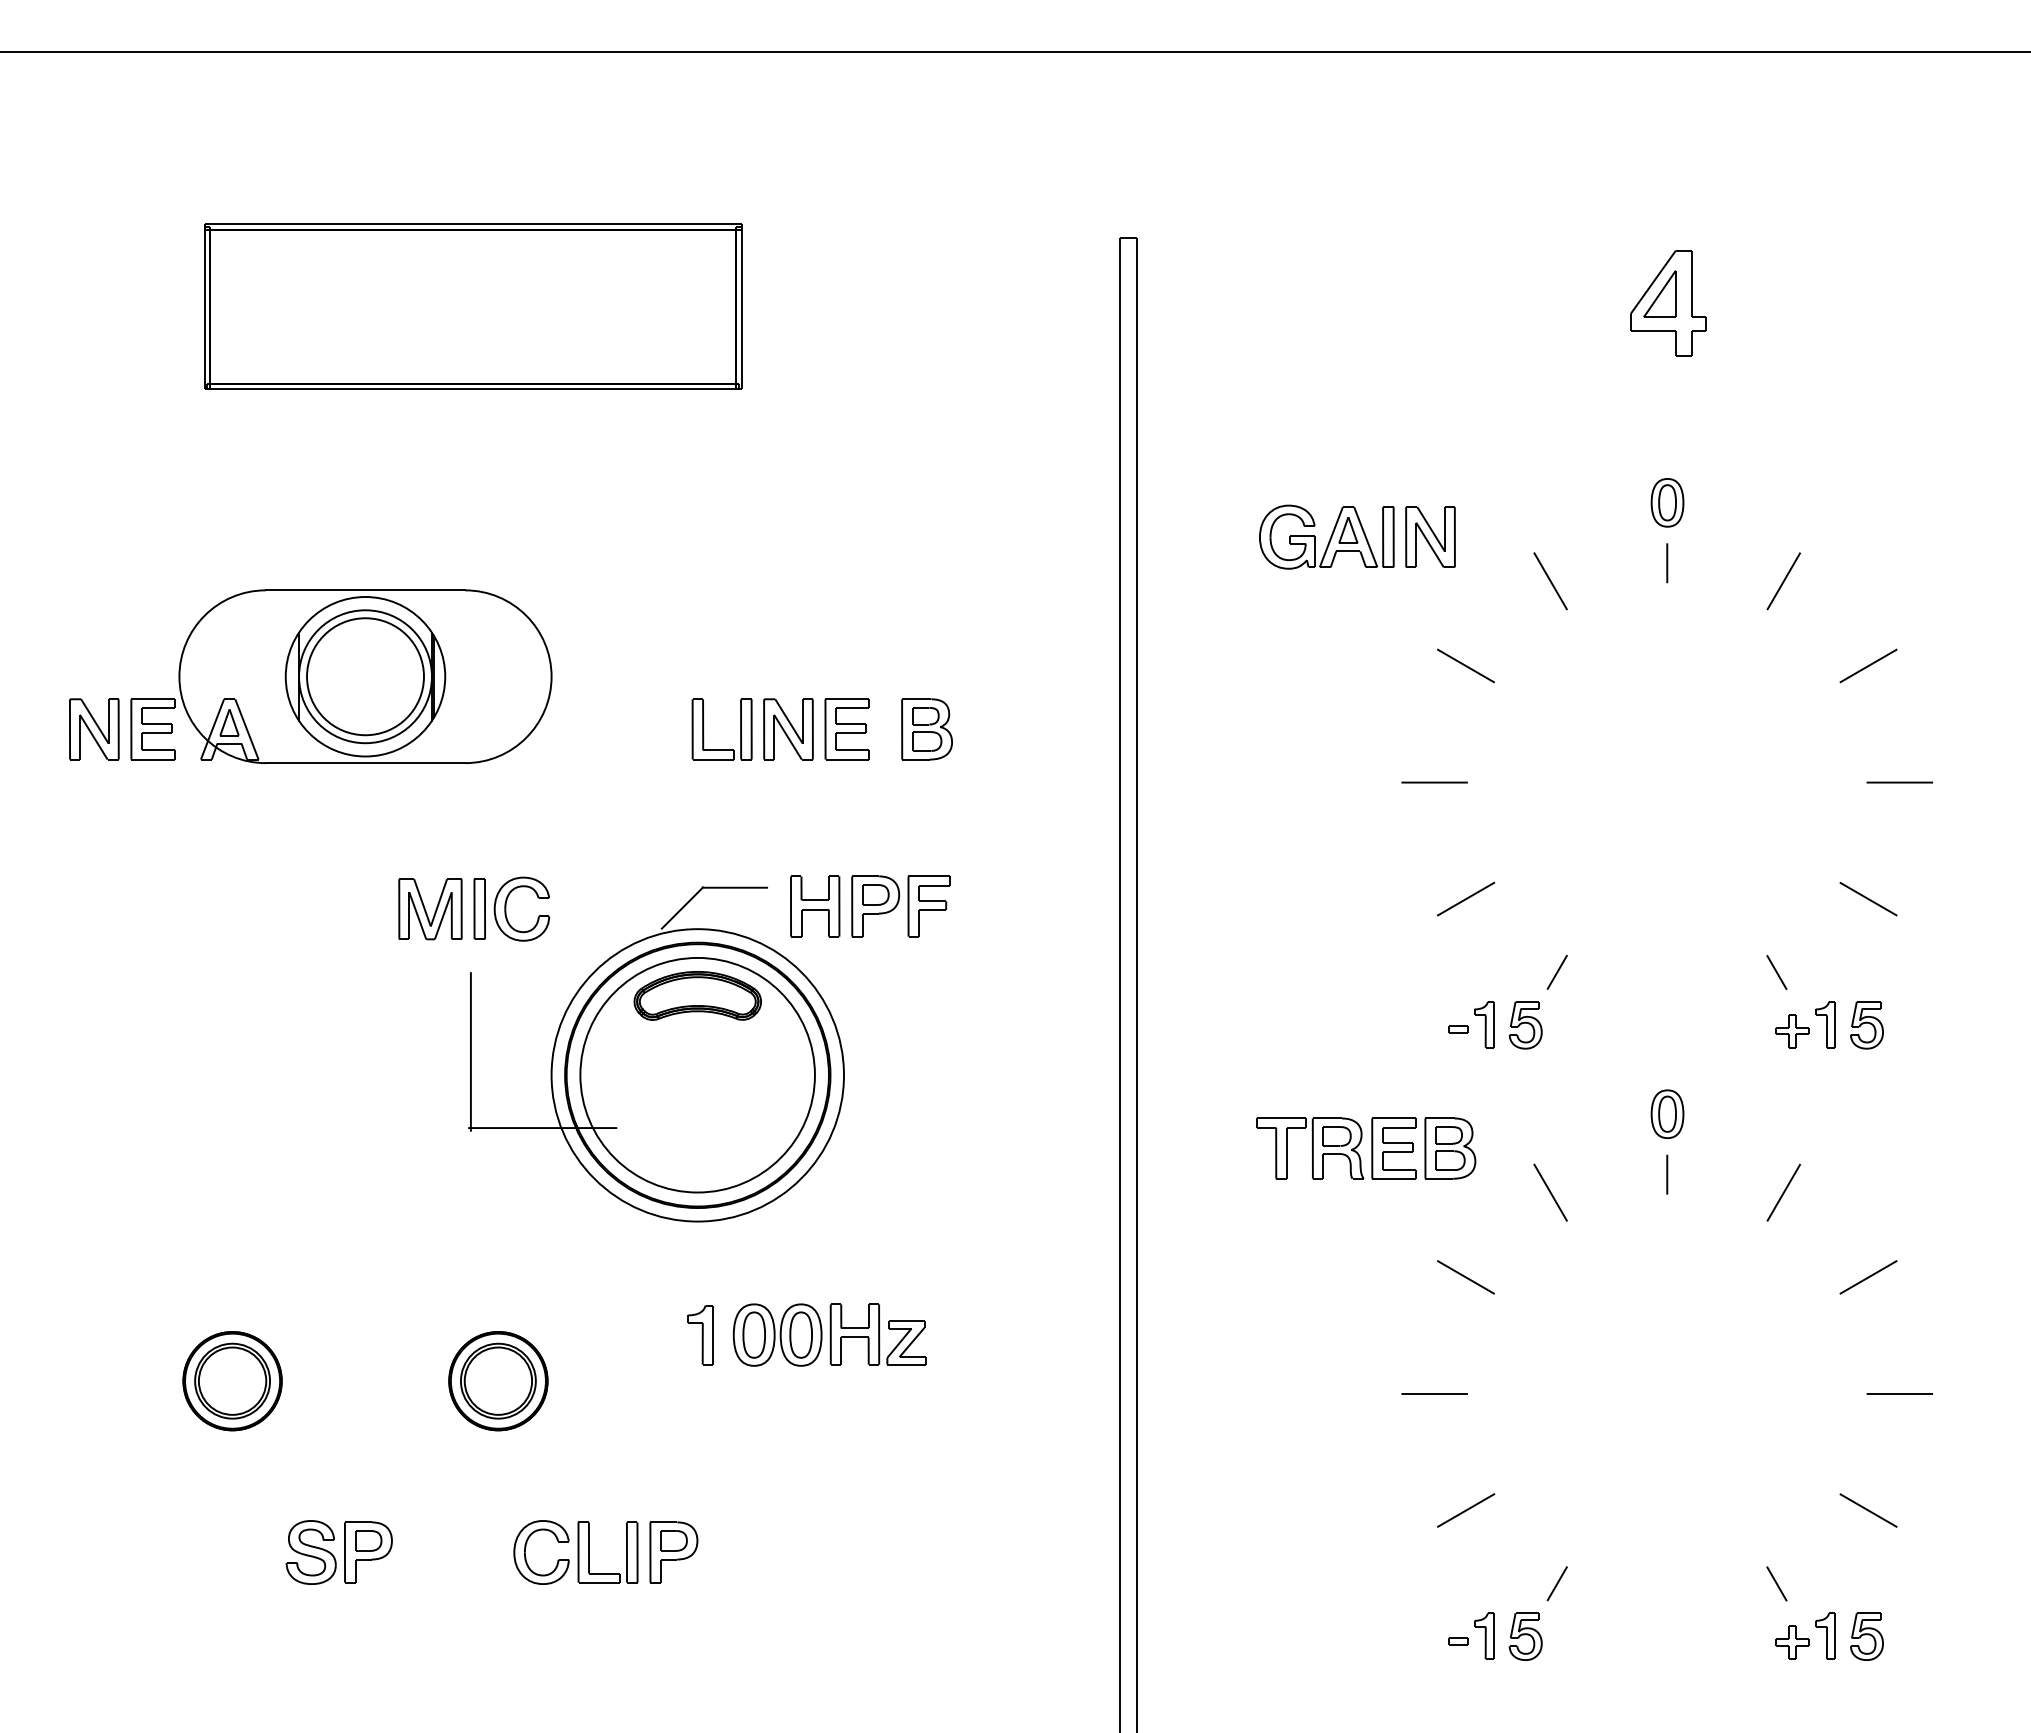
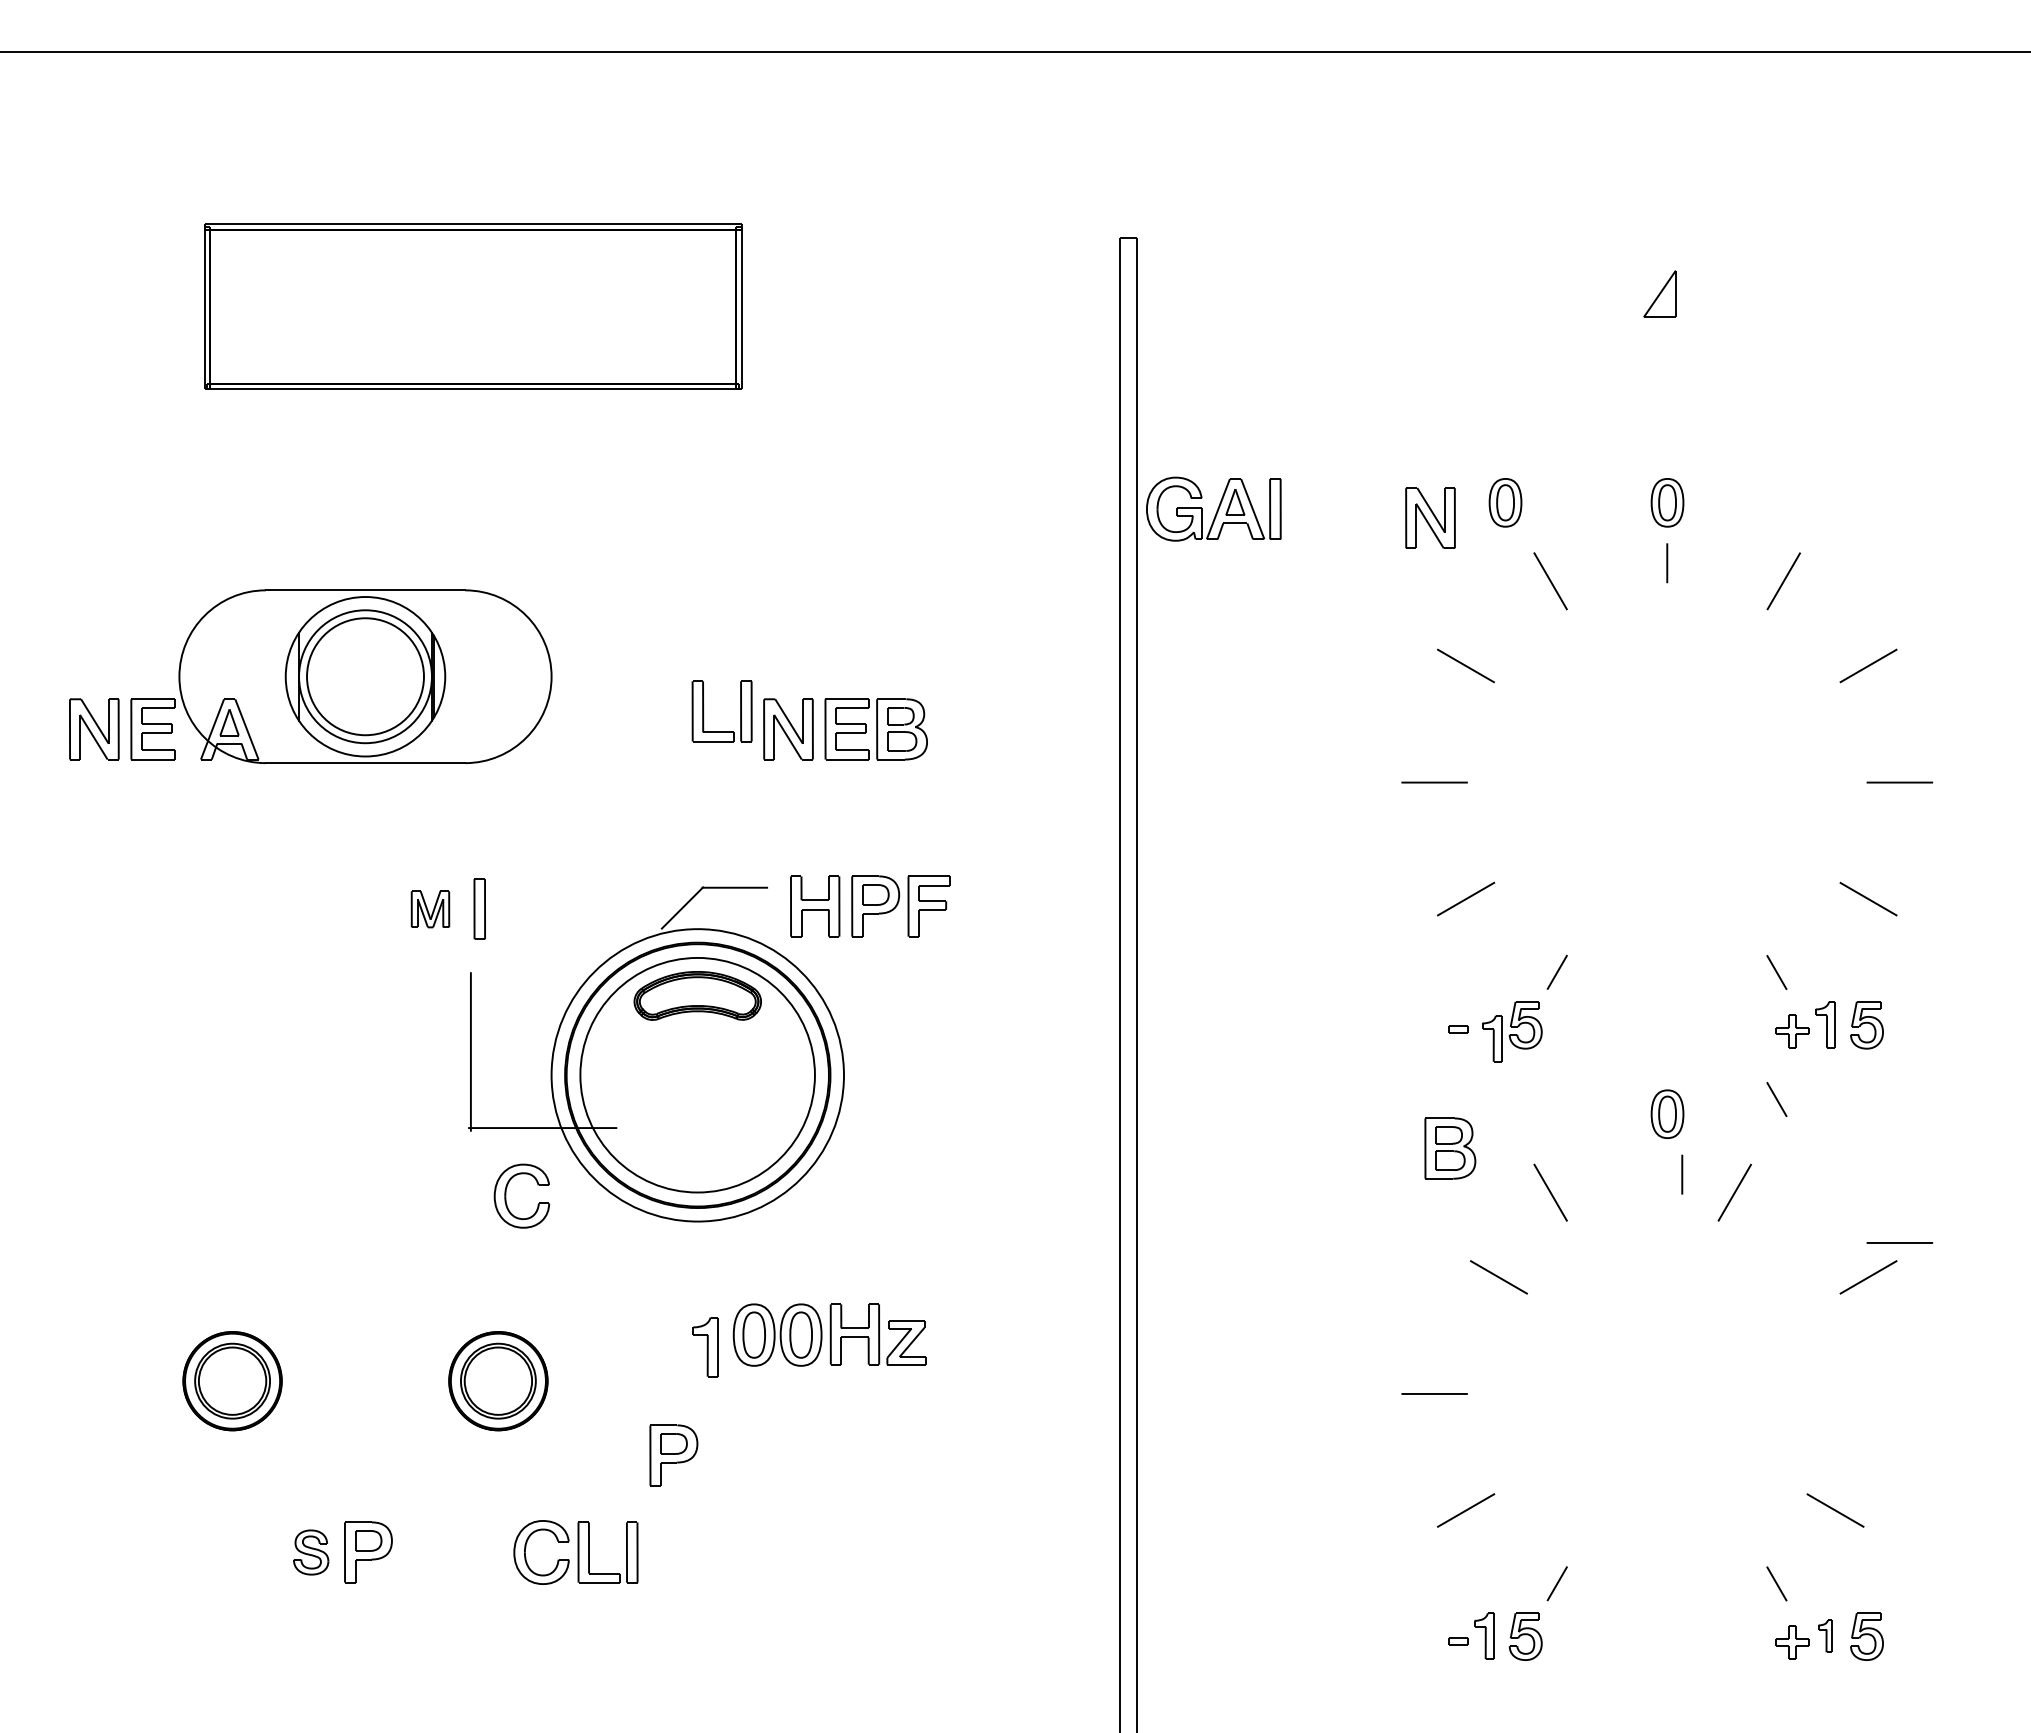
part at (1668, 303): present -> none
part at (1505, 502): none -> present
part at (1326, 536) position: (1326, 536) -> (1213, 508)
part at (1430, 536) position: (1430, 536) -> (1430, 517)
part at (703, 729) position: (703, 729) -> (703, 711)
part at (926, 729) position: (926, 729) -> (901, 729)
part at (506, 908) position: (506, 908) -> (506, 1195)
part at (430, 909) size: 65x63 px -> 41x39 px
part at (1484, 1024) position: (1484, 1024) -> (1492, 1038)
line at (1776, 1099): none -> present
part at (1336, 1148): present -> none
line at (1667, 1174) position: (1667, 1174) -> (1682, 1174)
line at (1783, 1192) position: (1783, 1192) -> (1734, 1192)
line at (1465, 1277) position: (1465, 1277) -> (1498, 1277)
part at (700, 1335) position: (700, 1335) -> (705, 1347)
line at (1899, 1393) position: (1899, 1393) -> (1899, 1242)
line at (1868, 1510) position: (1868, 1510) -> (1835, 1510)
part at (310, 1552) size: 52x65 px -> 37x47 px
part at (673, 1552) position: (673, 1552) -> (673, 1455)
part at (1825, 1635) size: 21x48 px -> 15x34 px
